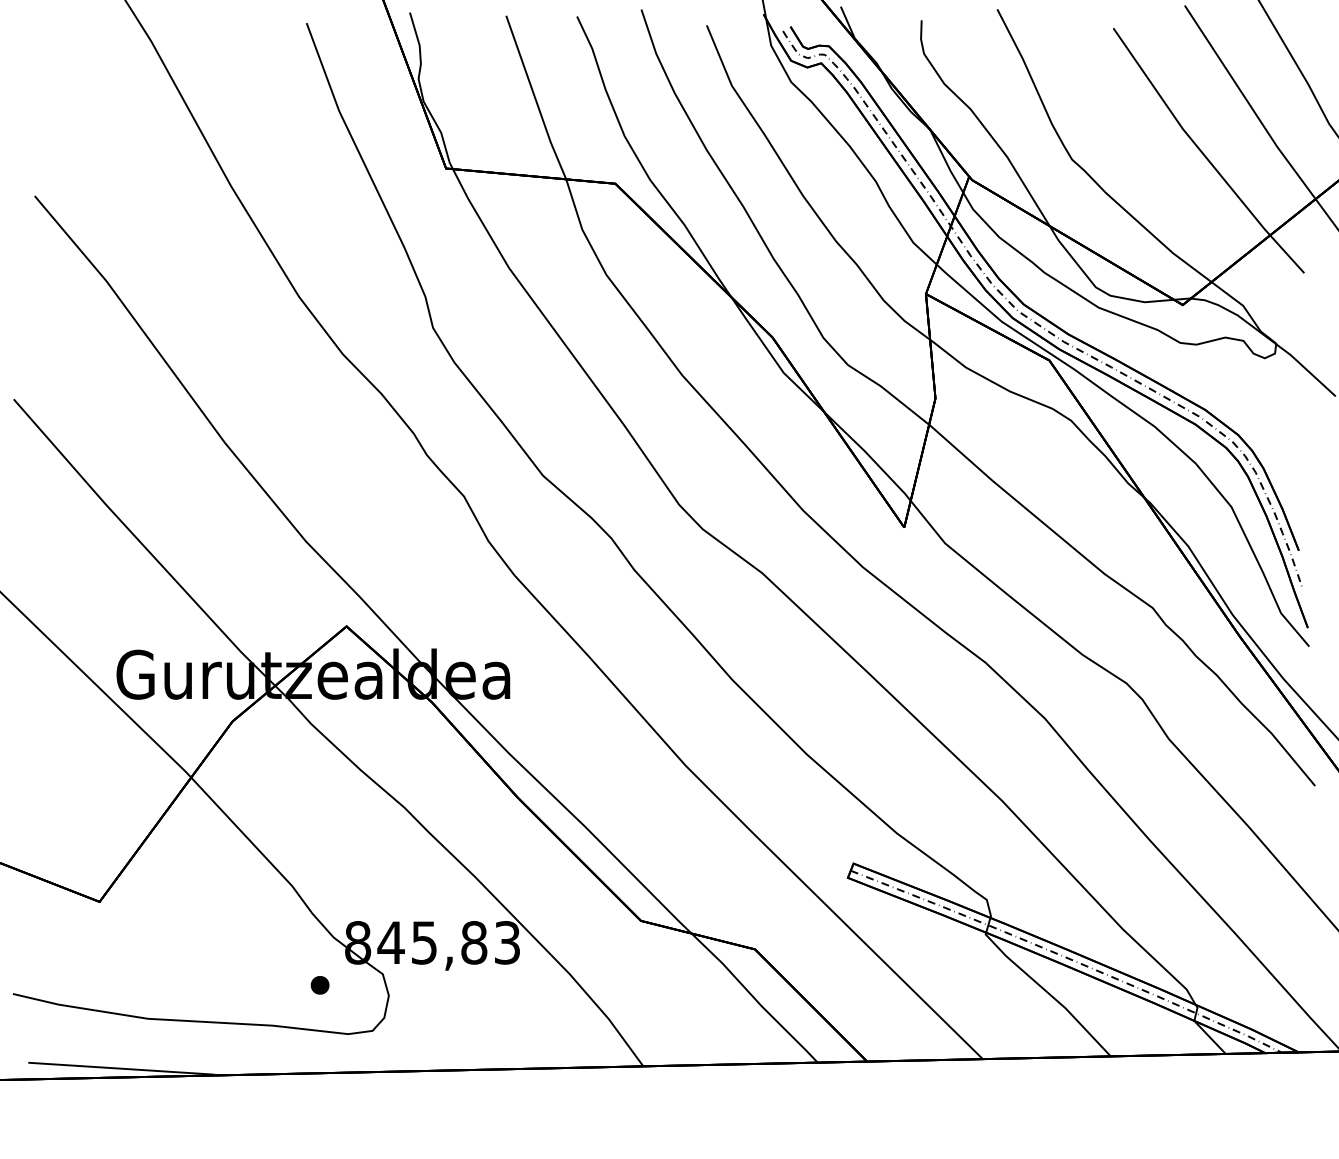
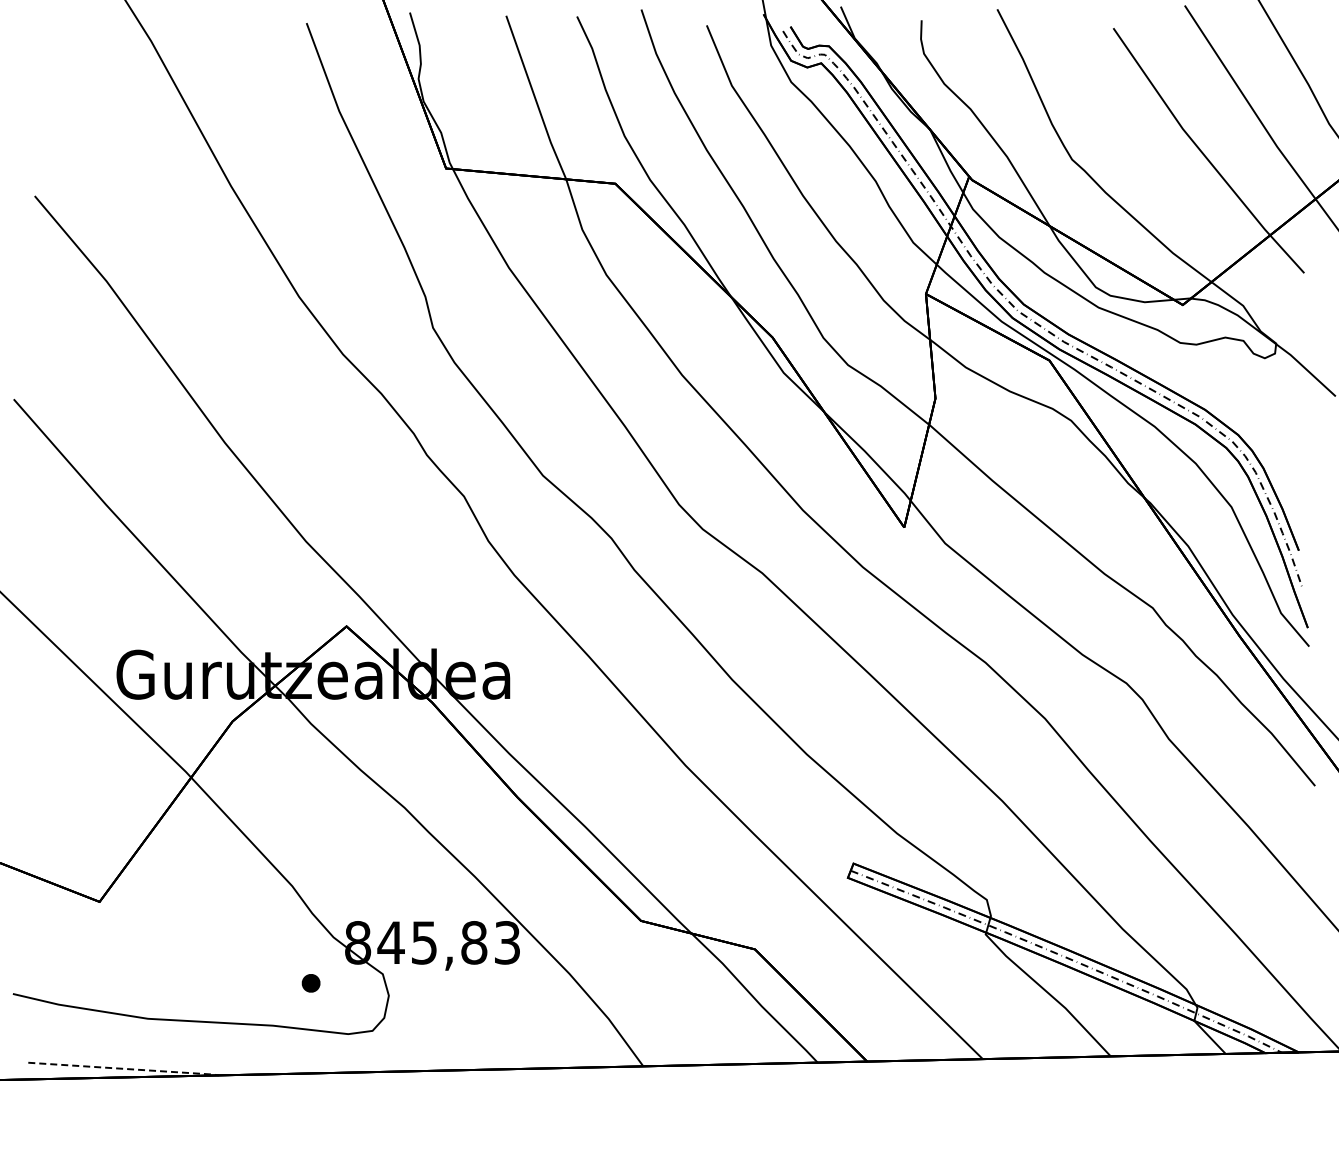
part at (319, 985) position: (319, 985) -> (310, 983)
line at (124, 1068): solid -> dashed
